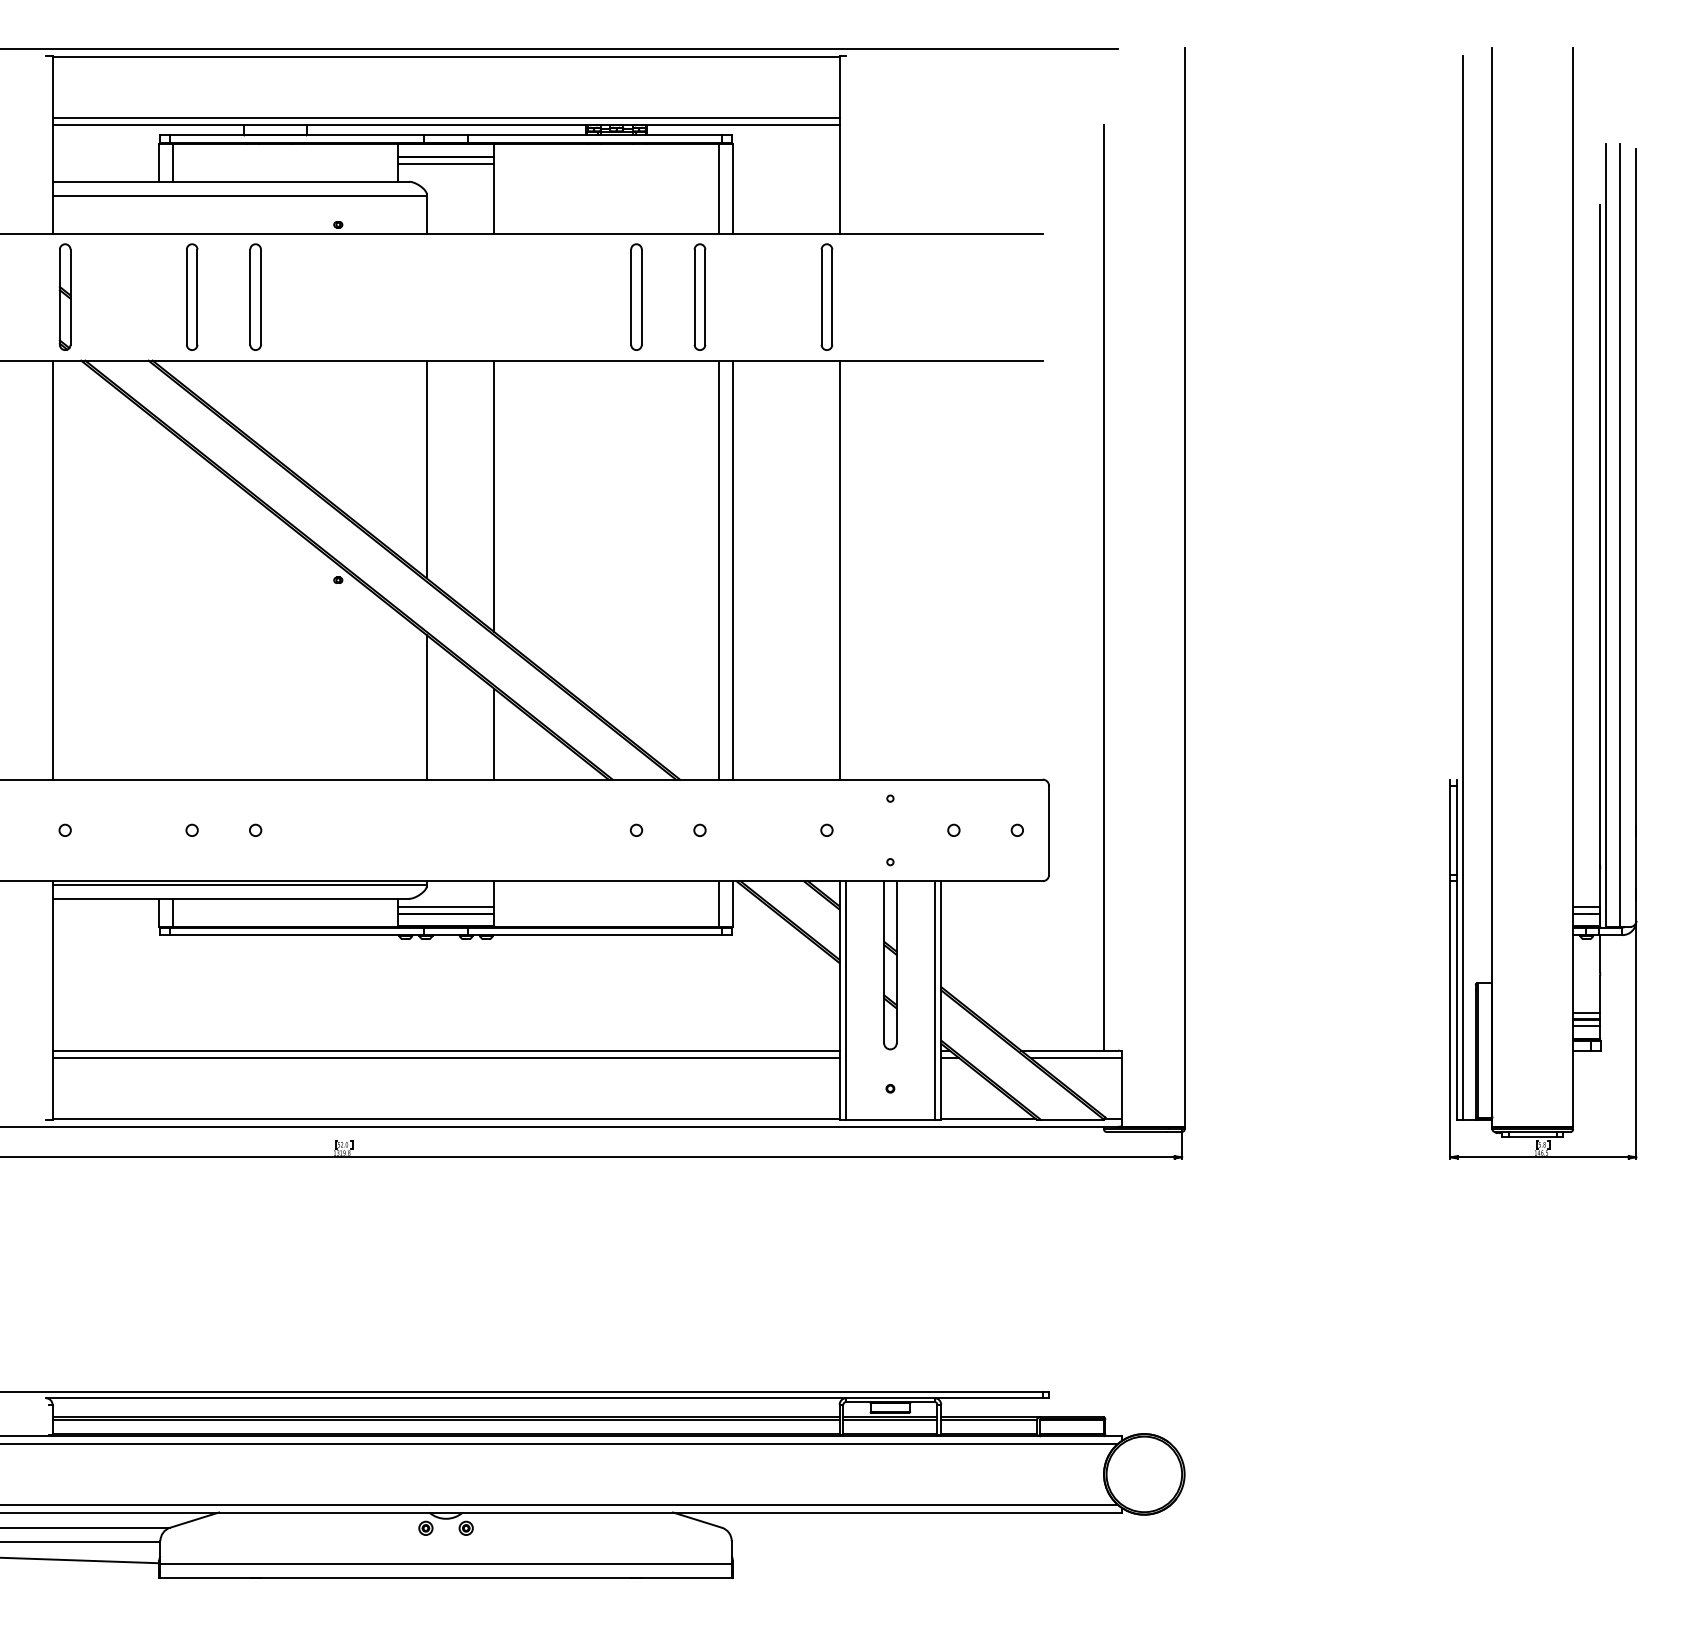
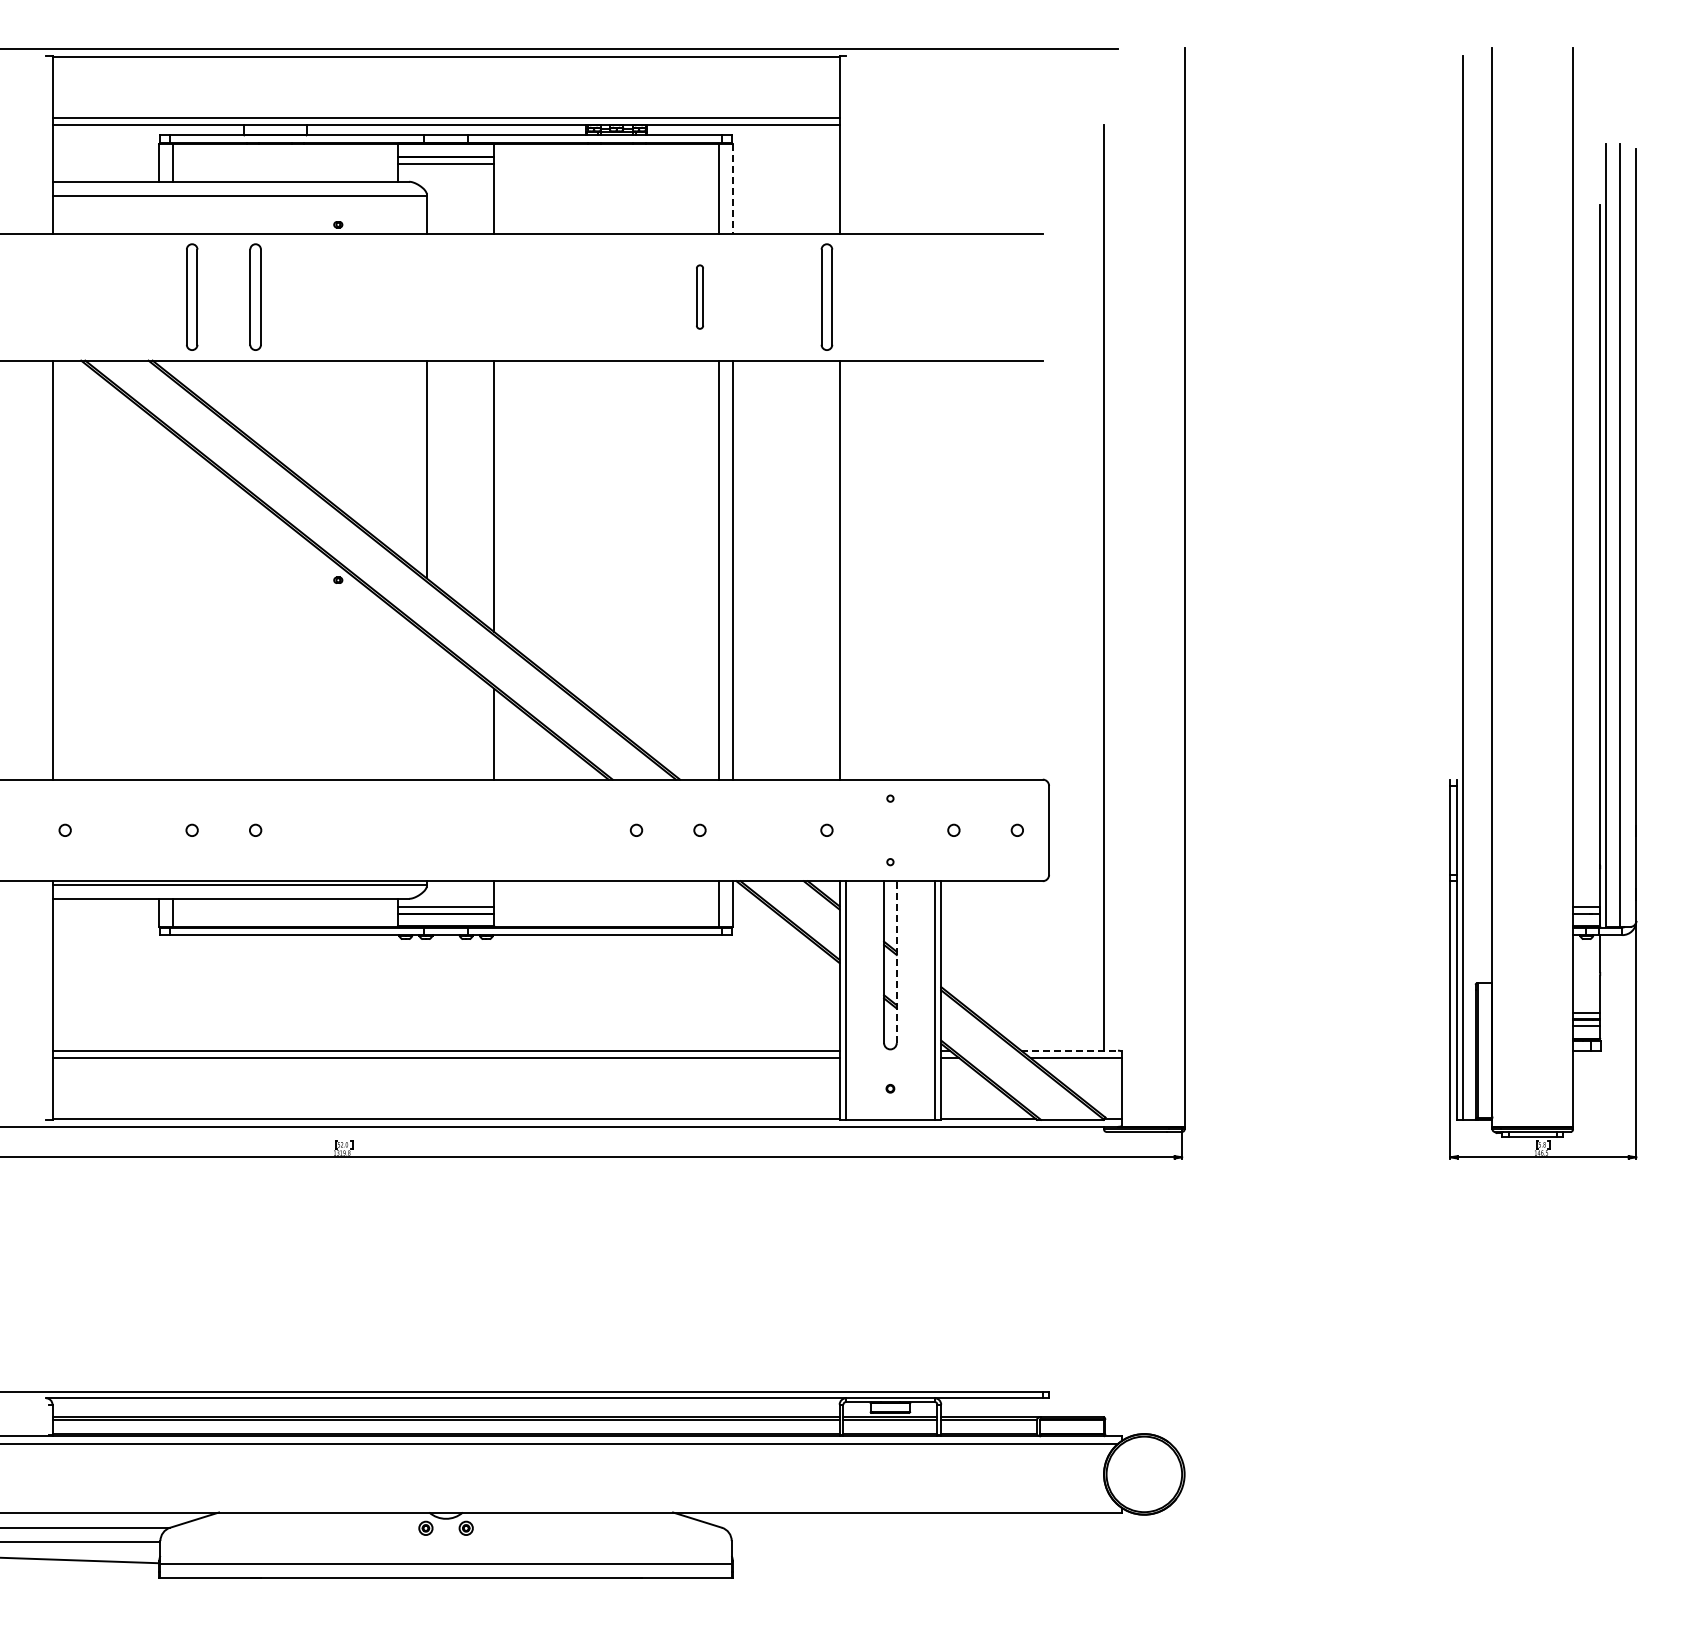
line at (732, 189): solid -> dashed
part at (64, 296): present -> none
part at (636, 296): present -> none
part at (699, 296) size: 14x108 px -> 8x66 px
line at (426, 707): present -> none
line at (896, 962): solid -> dashed
line at (1070, 1050): solid -> dashed
line at (559, 1504): present -> none
